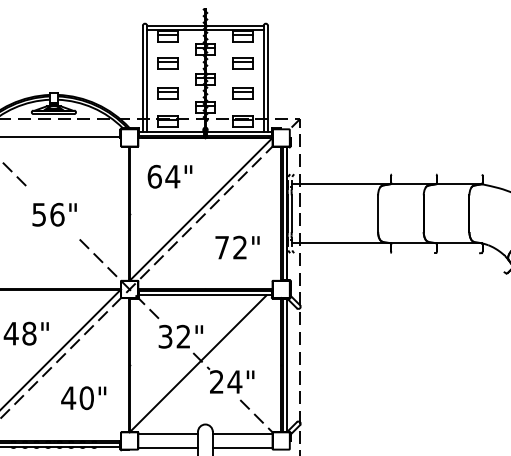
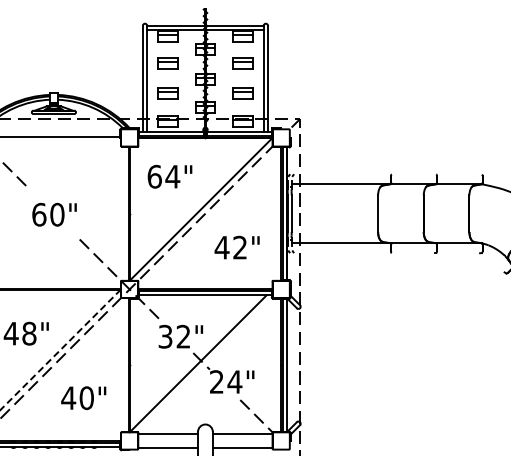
text at (48, 214): 56" -> 60"
text at (221, 247): 72" -> 42"
line at (60, 349): solid -> dashed
